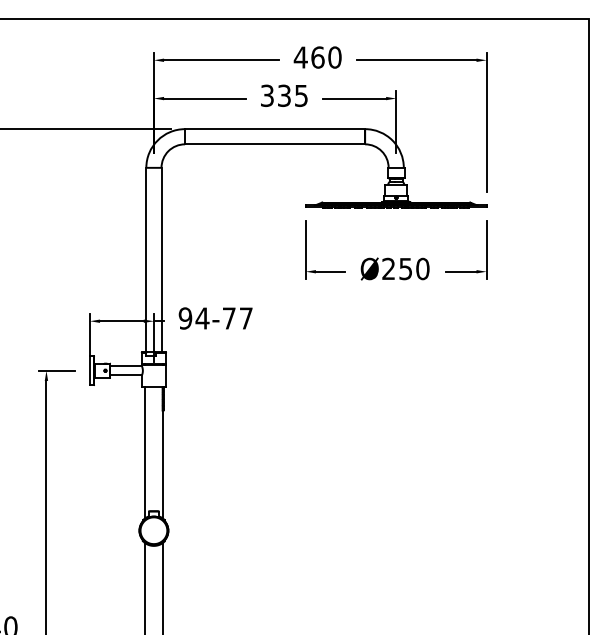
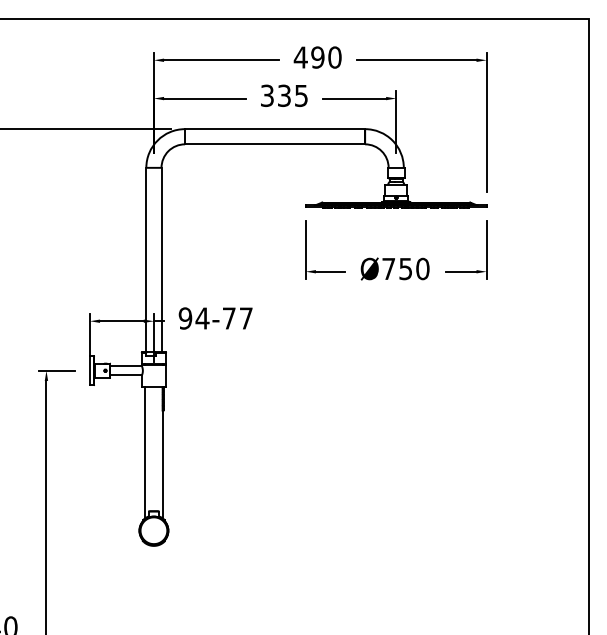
text at (317, 57): 460 -> 490
text at (388, 268): Ø250 -> Ø750
line at (145, 587): present -> none
line at (162, 587): present -> none
